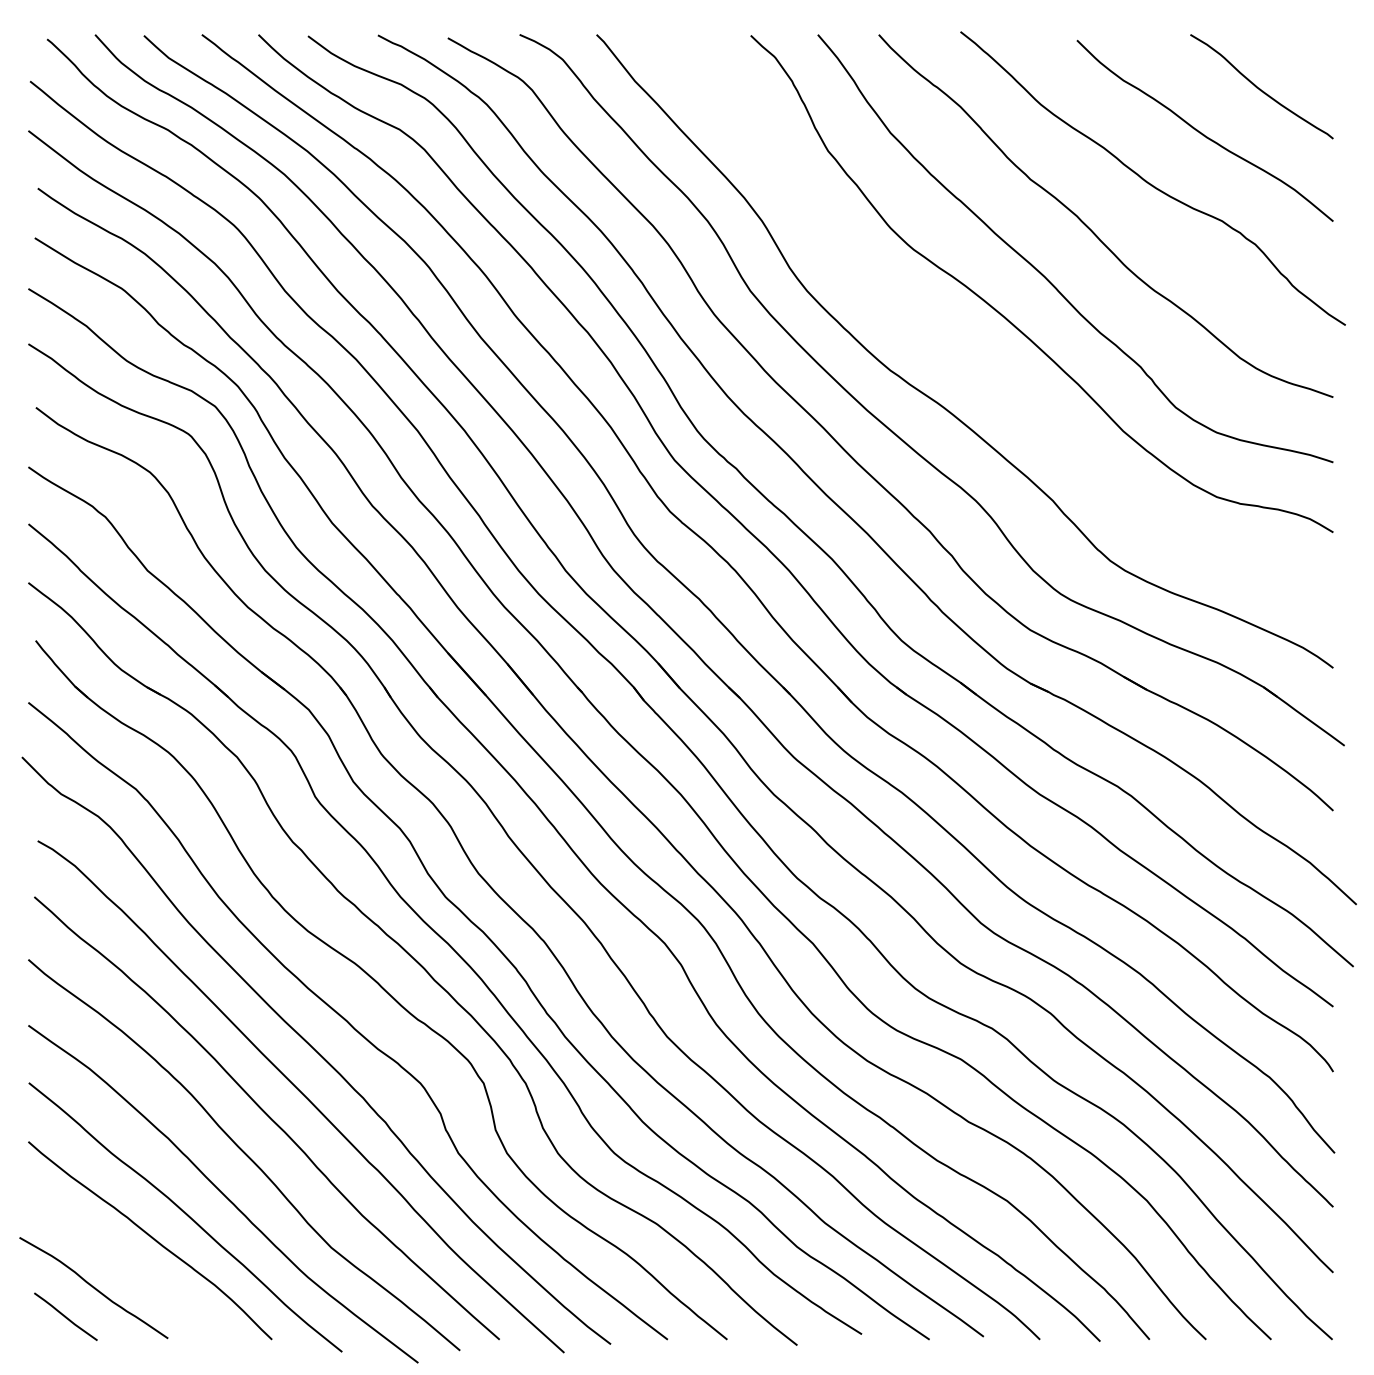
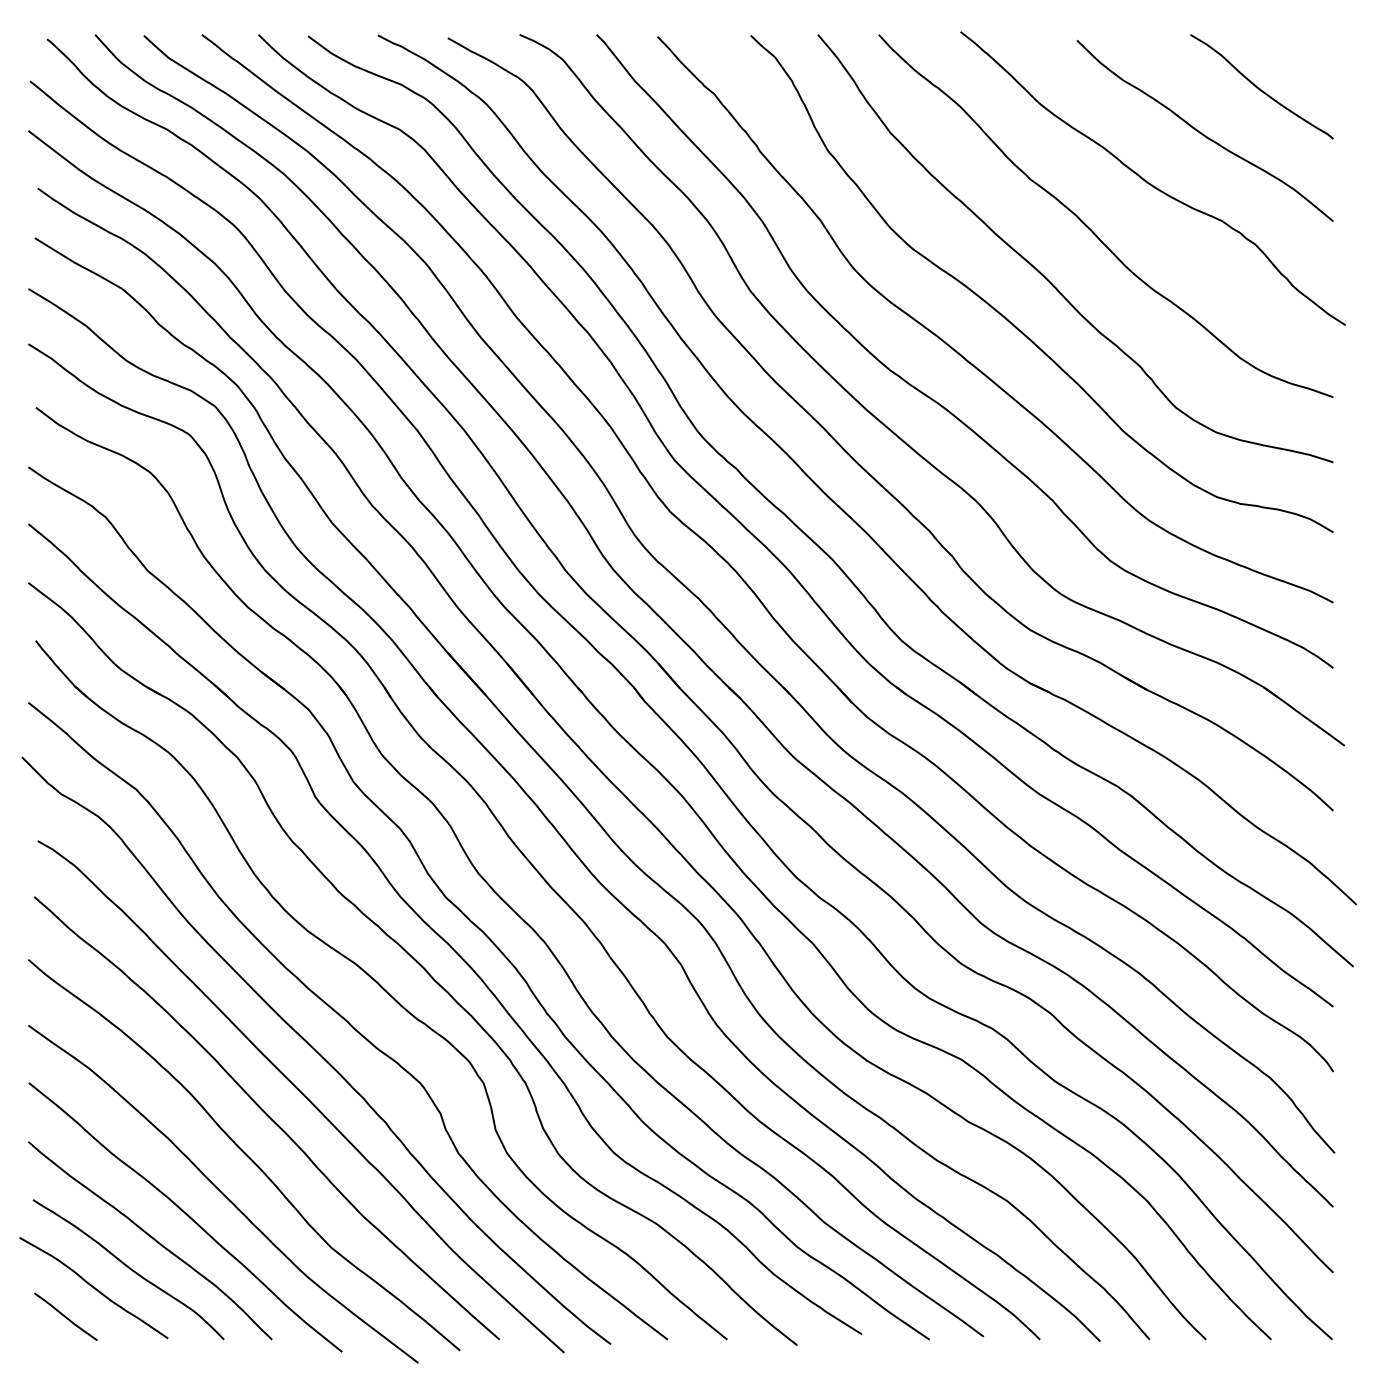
curve at (966, 358): none -> present
curve at (128, 1268): none -> present
